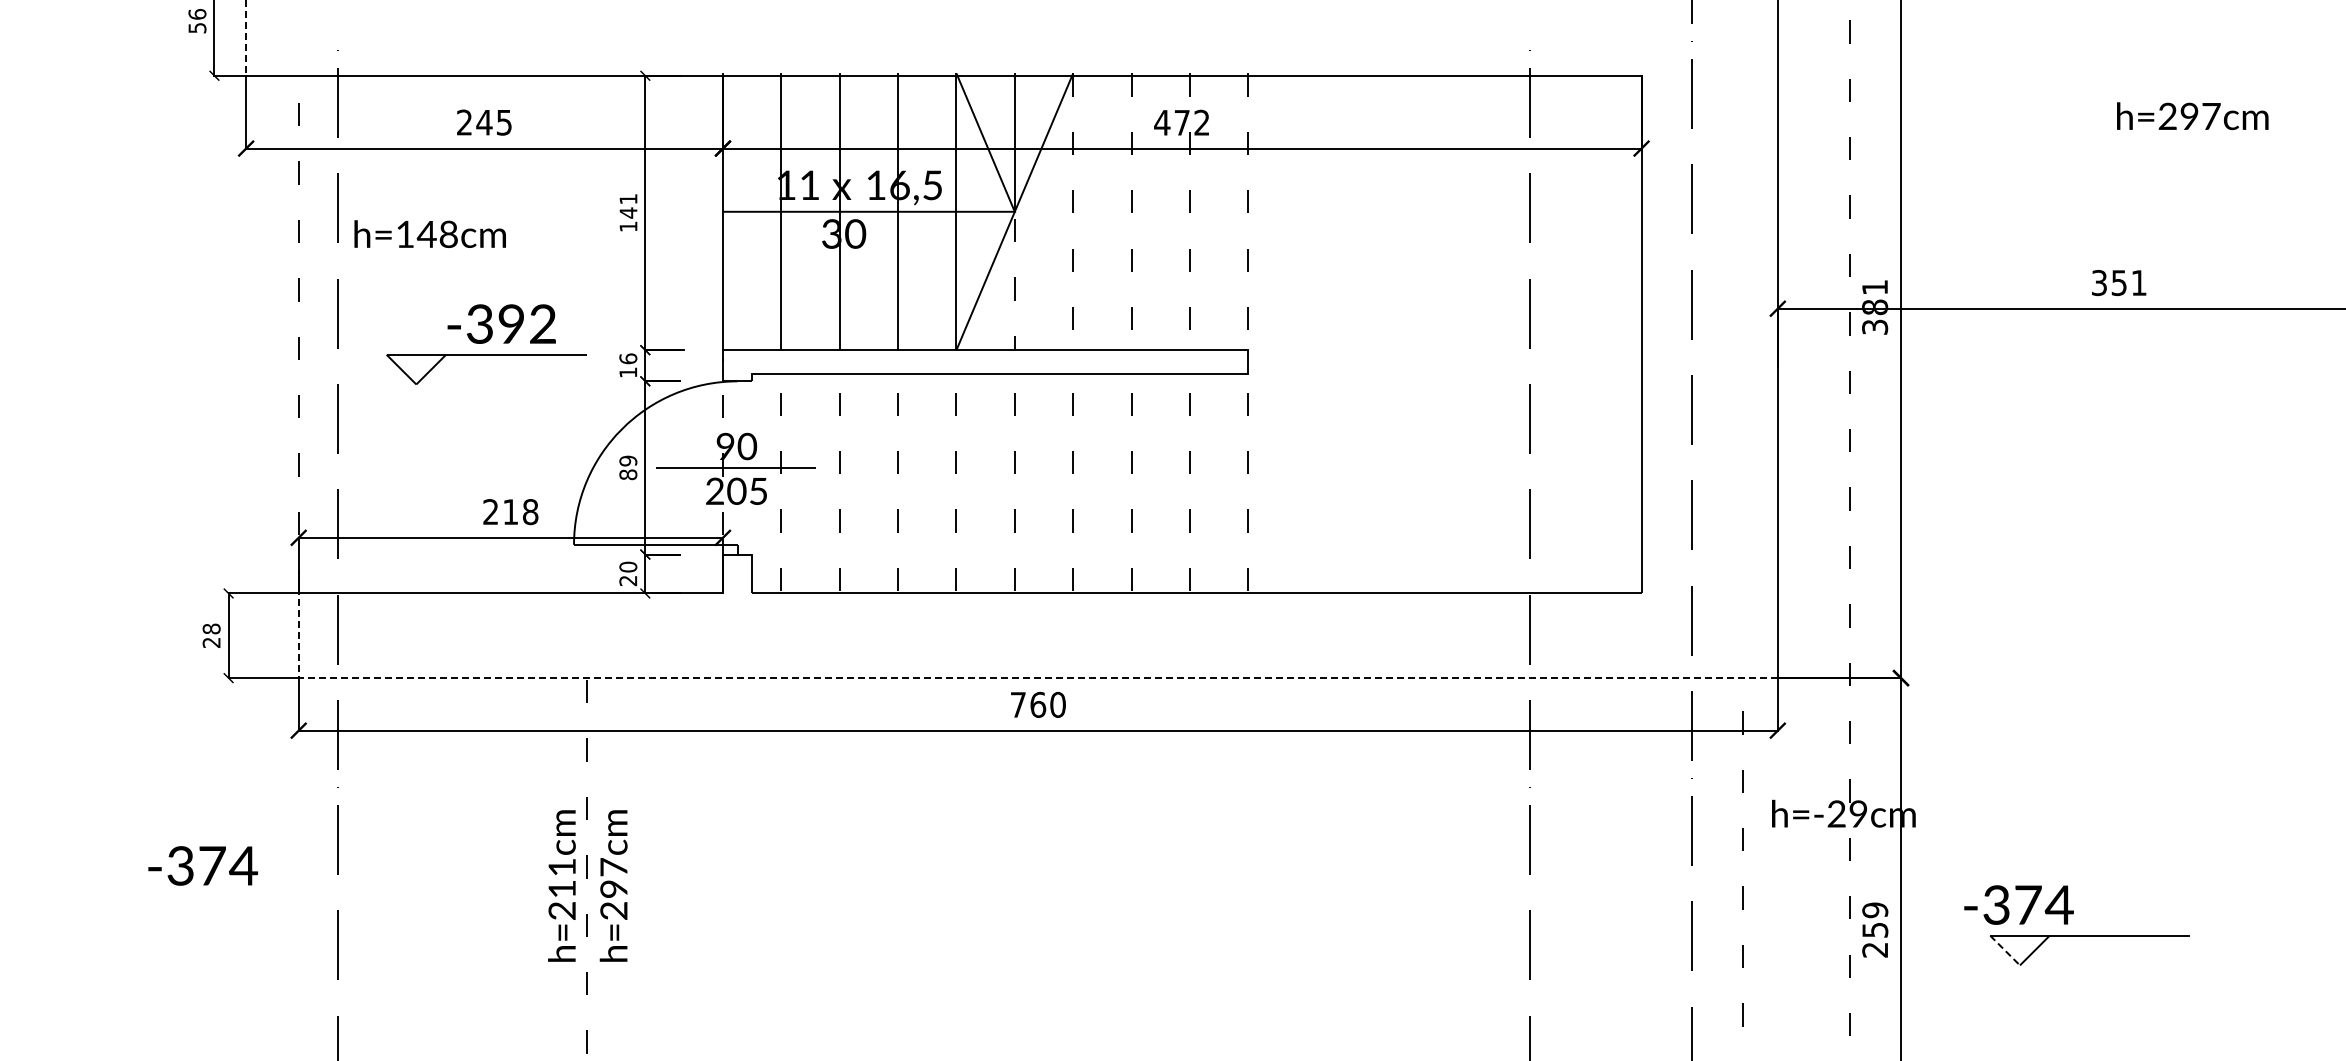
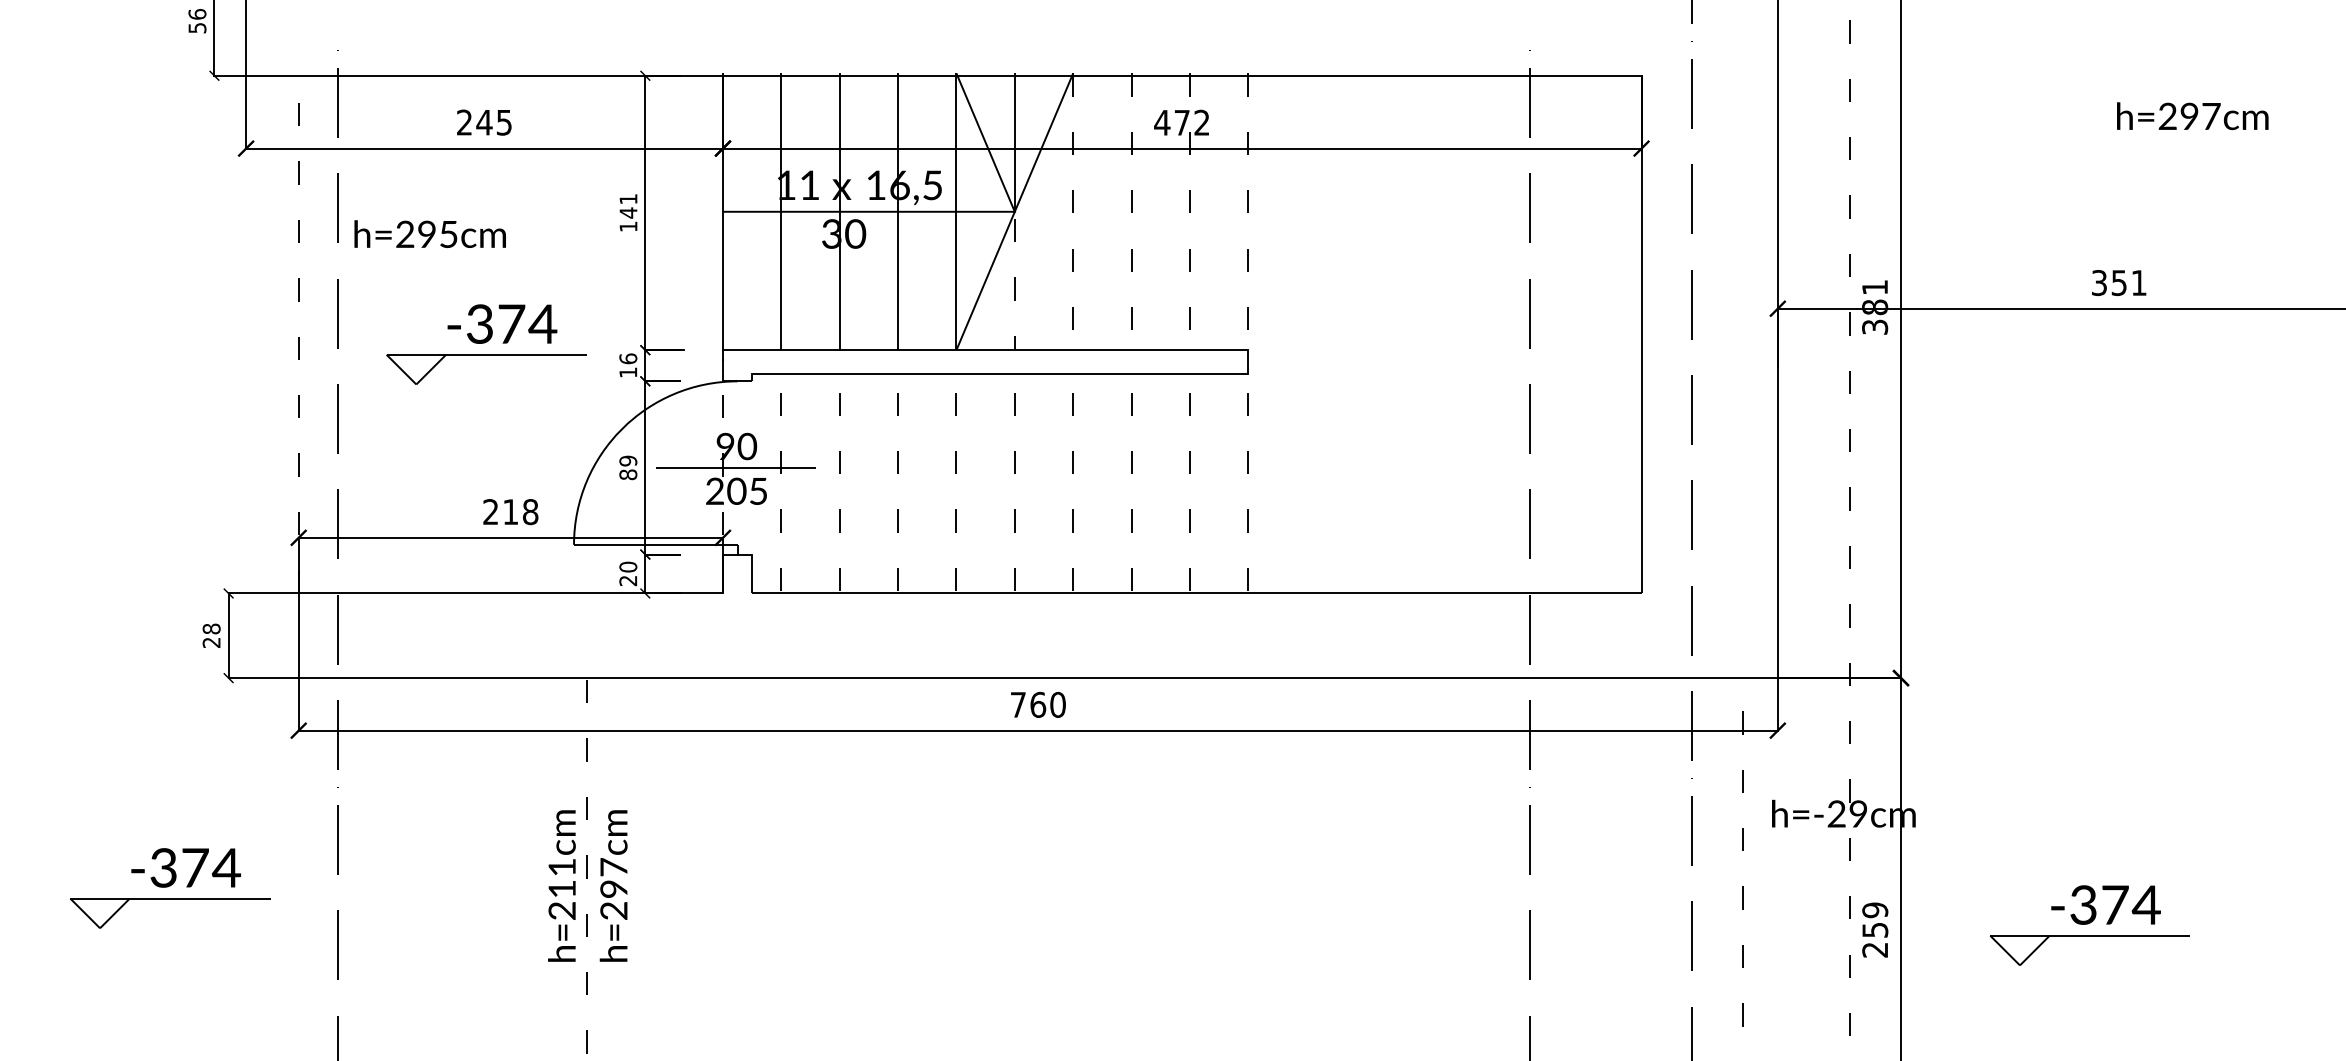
line at (246, 38): dashed -> solid
text at (426, 233): h=148cm -> h=295cm
text at (527, 323): -392 -> -374
line at (995, 678): dashed -> solid
text at (202, 865) position: (202, 865) -> (185, 867)
part at (170, 899): none -> present
text at (2018, 904) position: (2018, 904) -> (2105, 904)
line at (2005, 950): dashed -> solid
